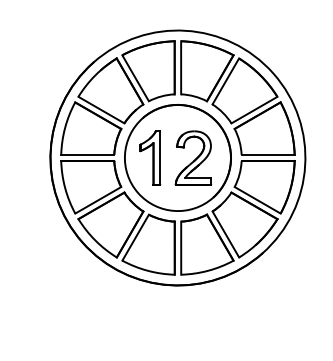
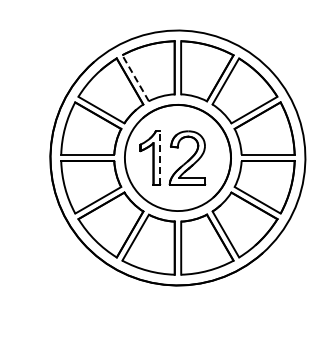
line at (135, 78): solid -> dashed
line at (160, 157): solid -> dashed
part at (193, 157) position: (193, 157) -> (187, 157)
